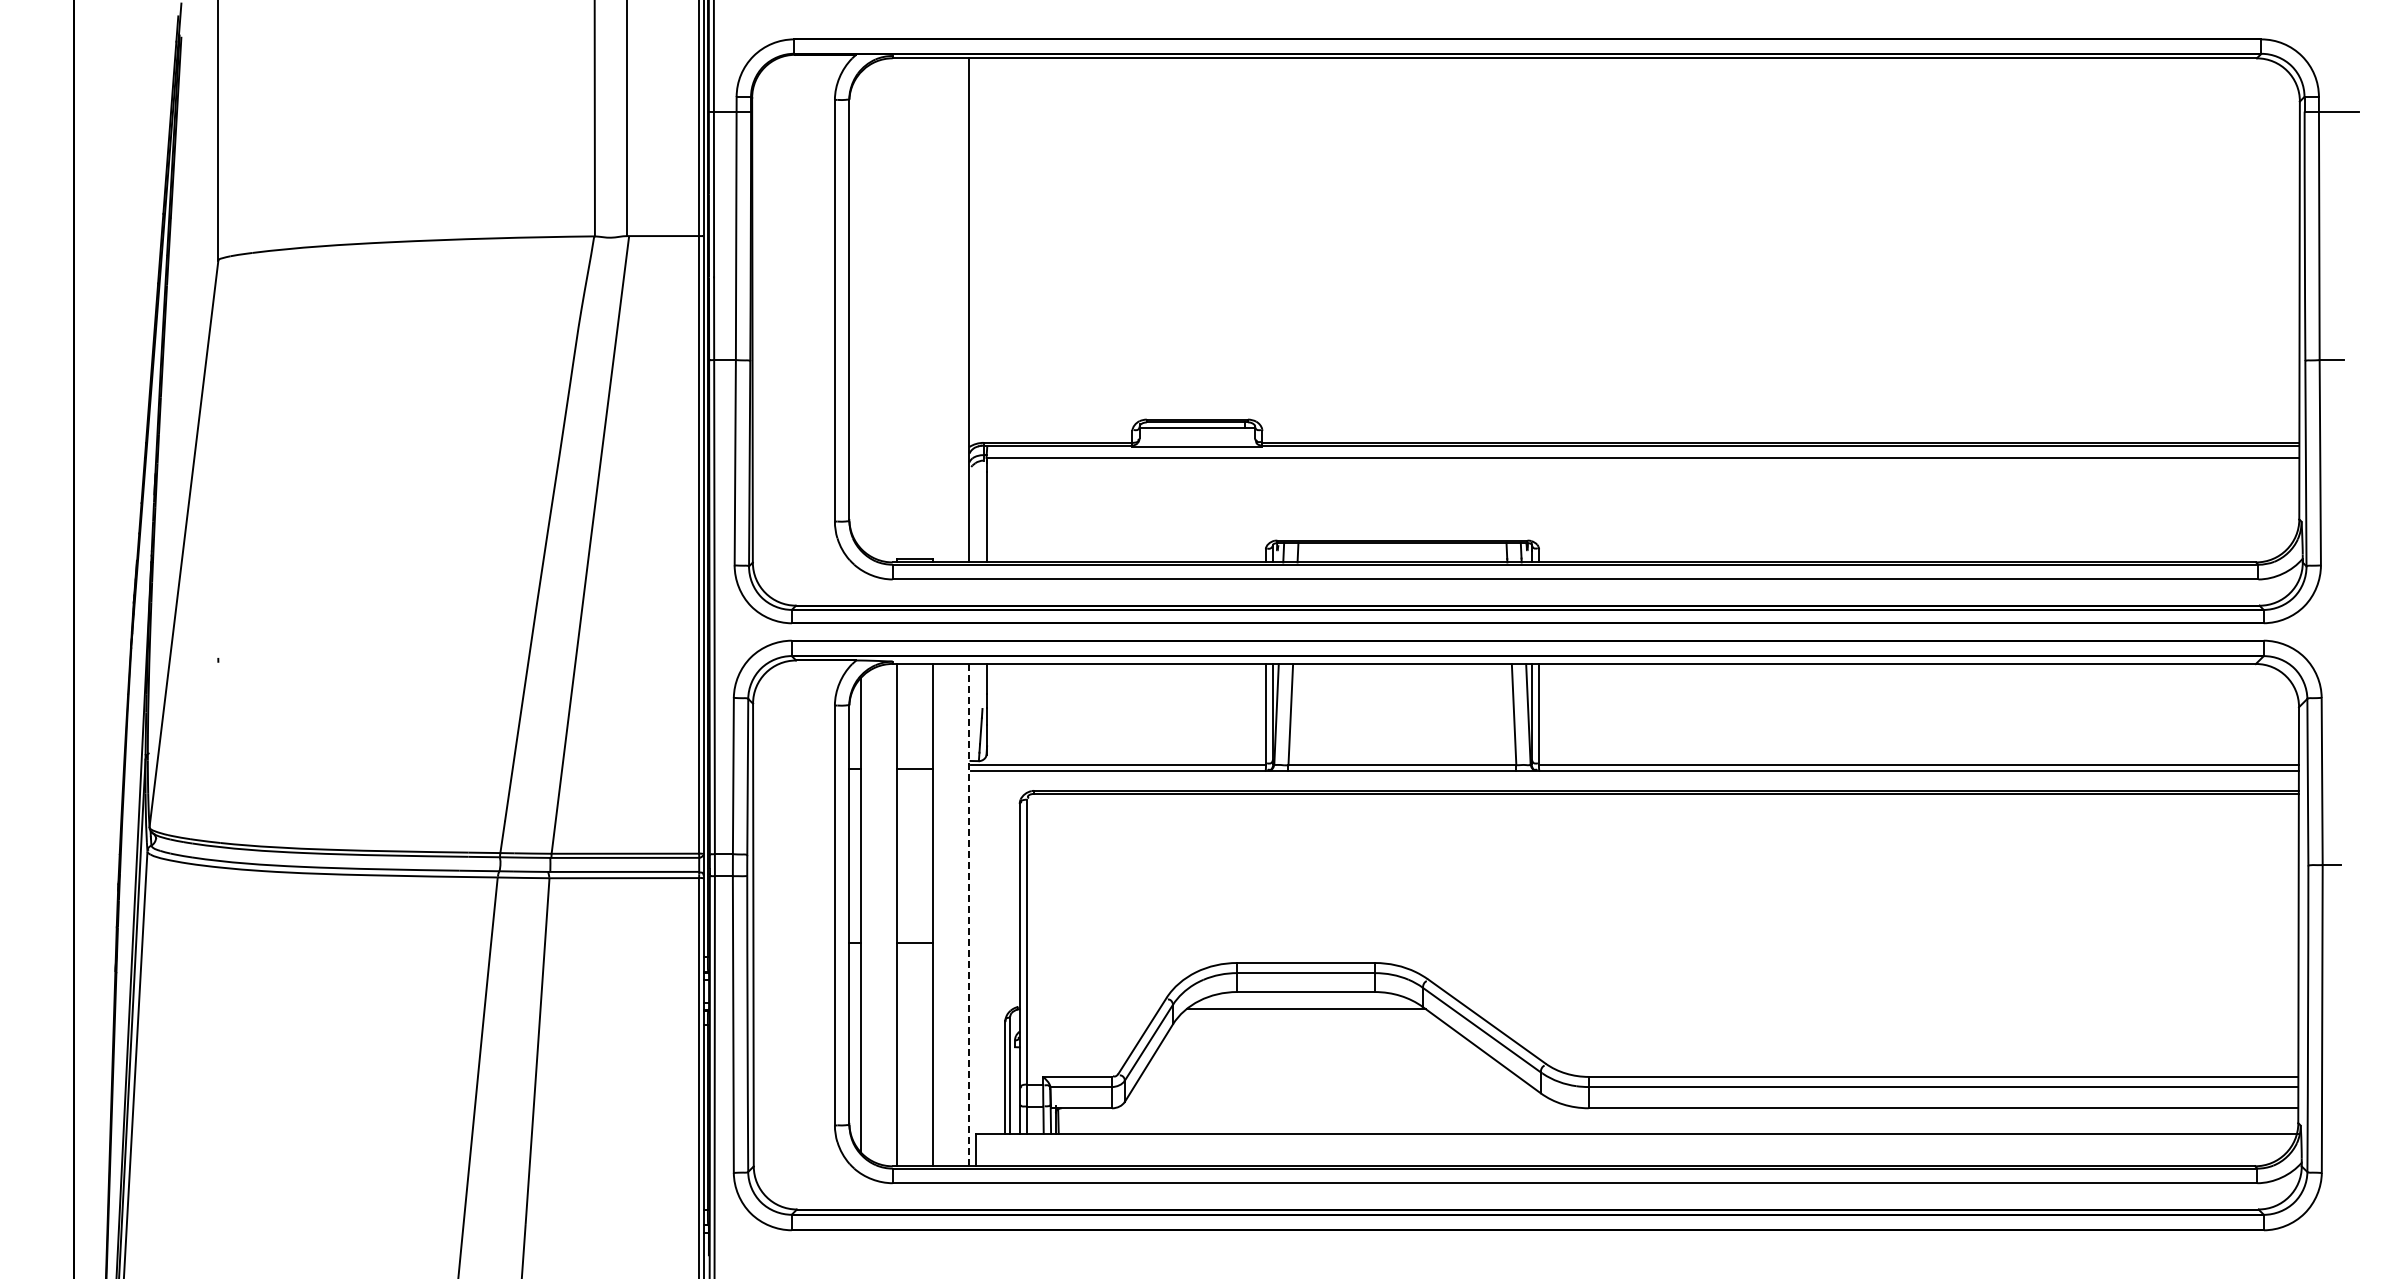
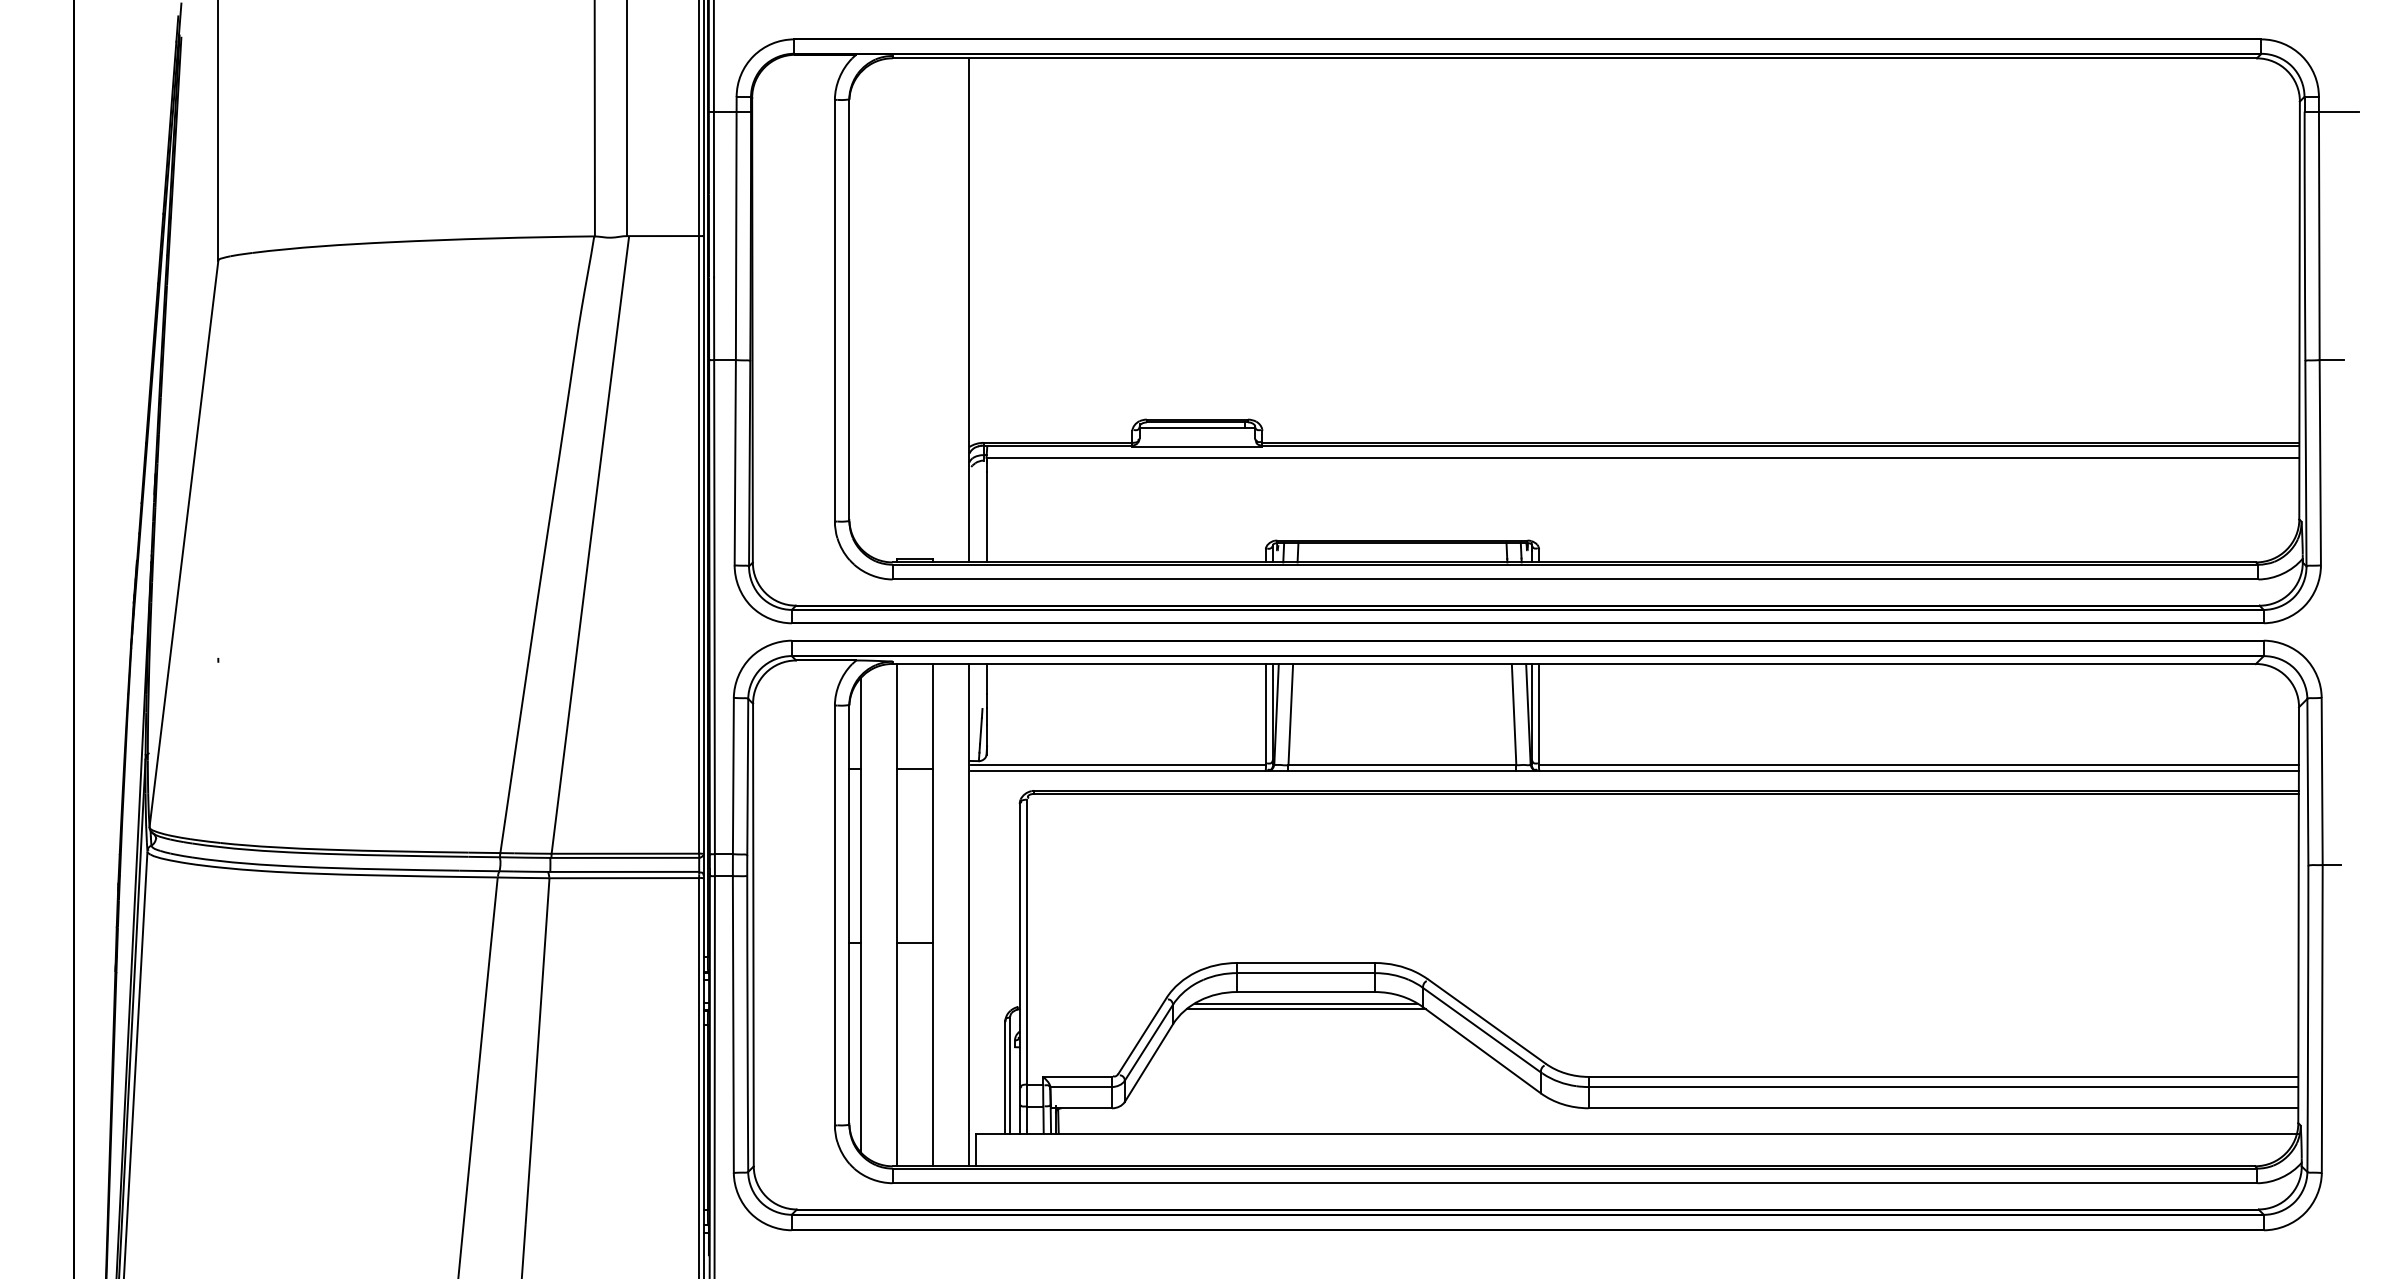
line at (969, 914): dashed -> solid
line at (1305, 1003): none -> present
